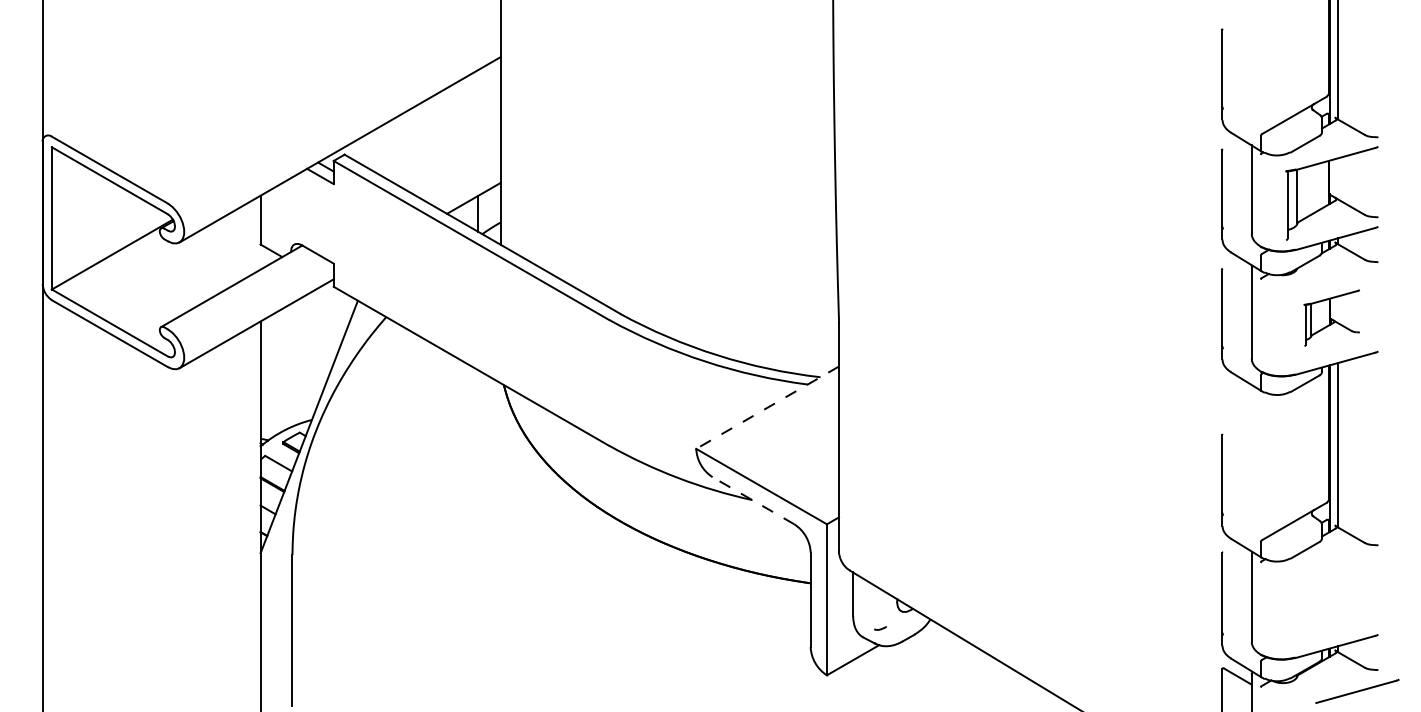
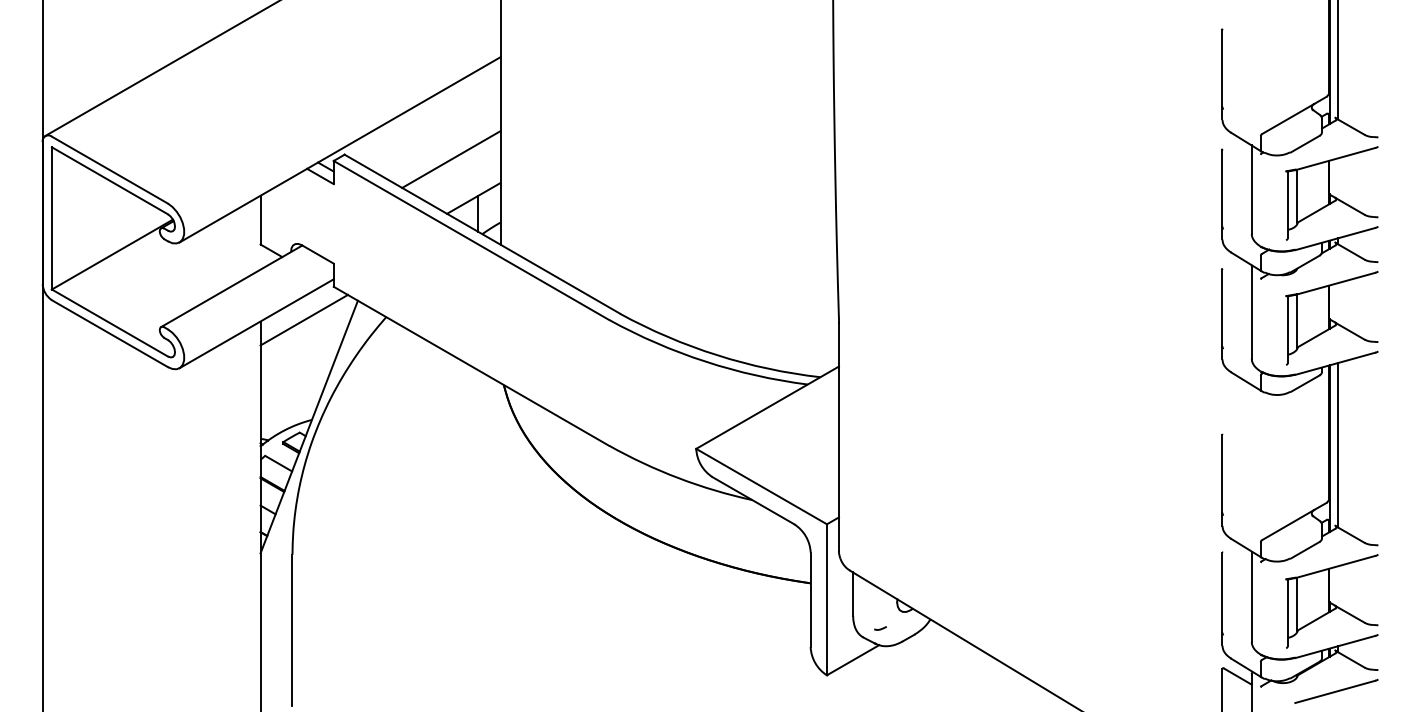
line at (160, 68): none -> present
line at (451, 159): none -> present
part at (1331, 317) size: 57x58 px -> 94x96 px
line at (303, 319): none -> present
line at (767, 407): dashed -> solid
line at (753, 500): dashed -> solid
part at (1331, 601): none -> present
line at (1357, 690) position: (1357, 690) -> (1336, 690)
